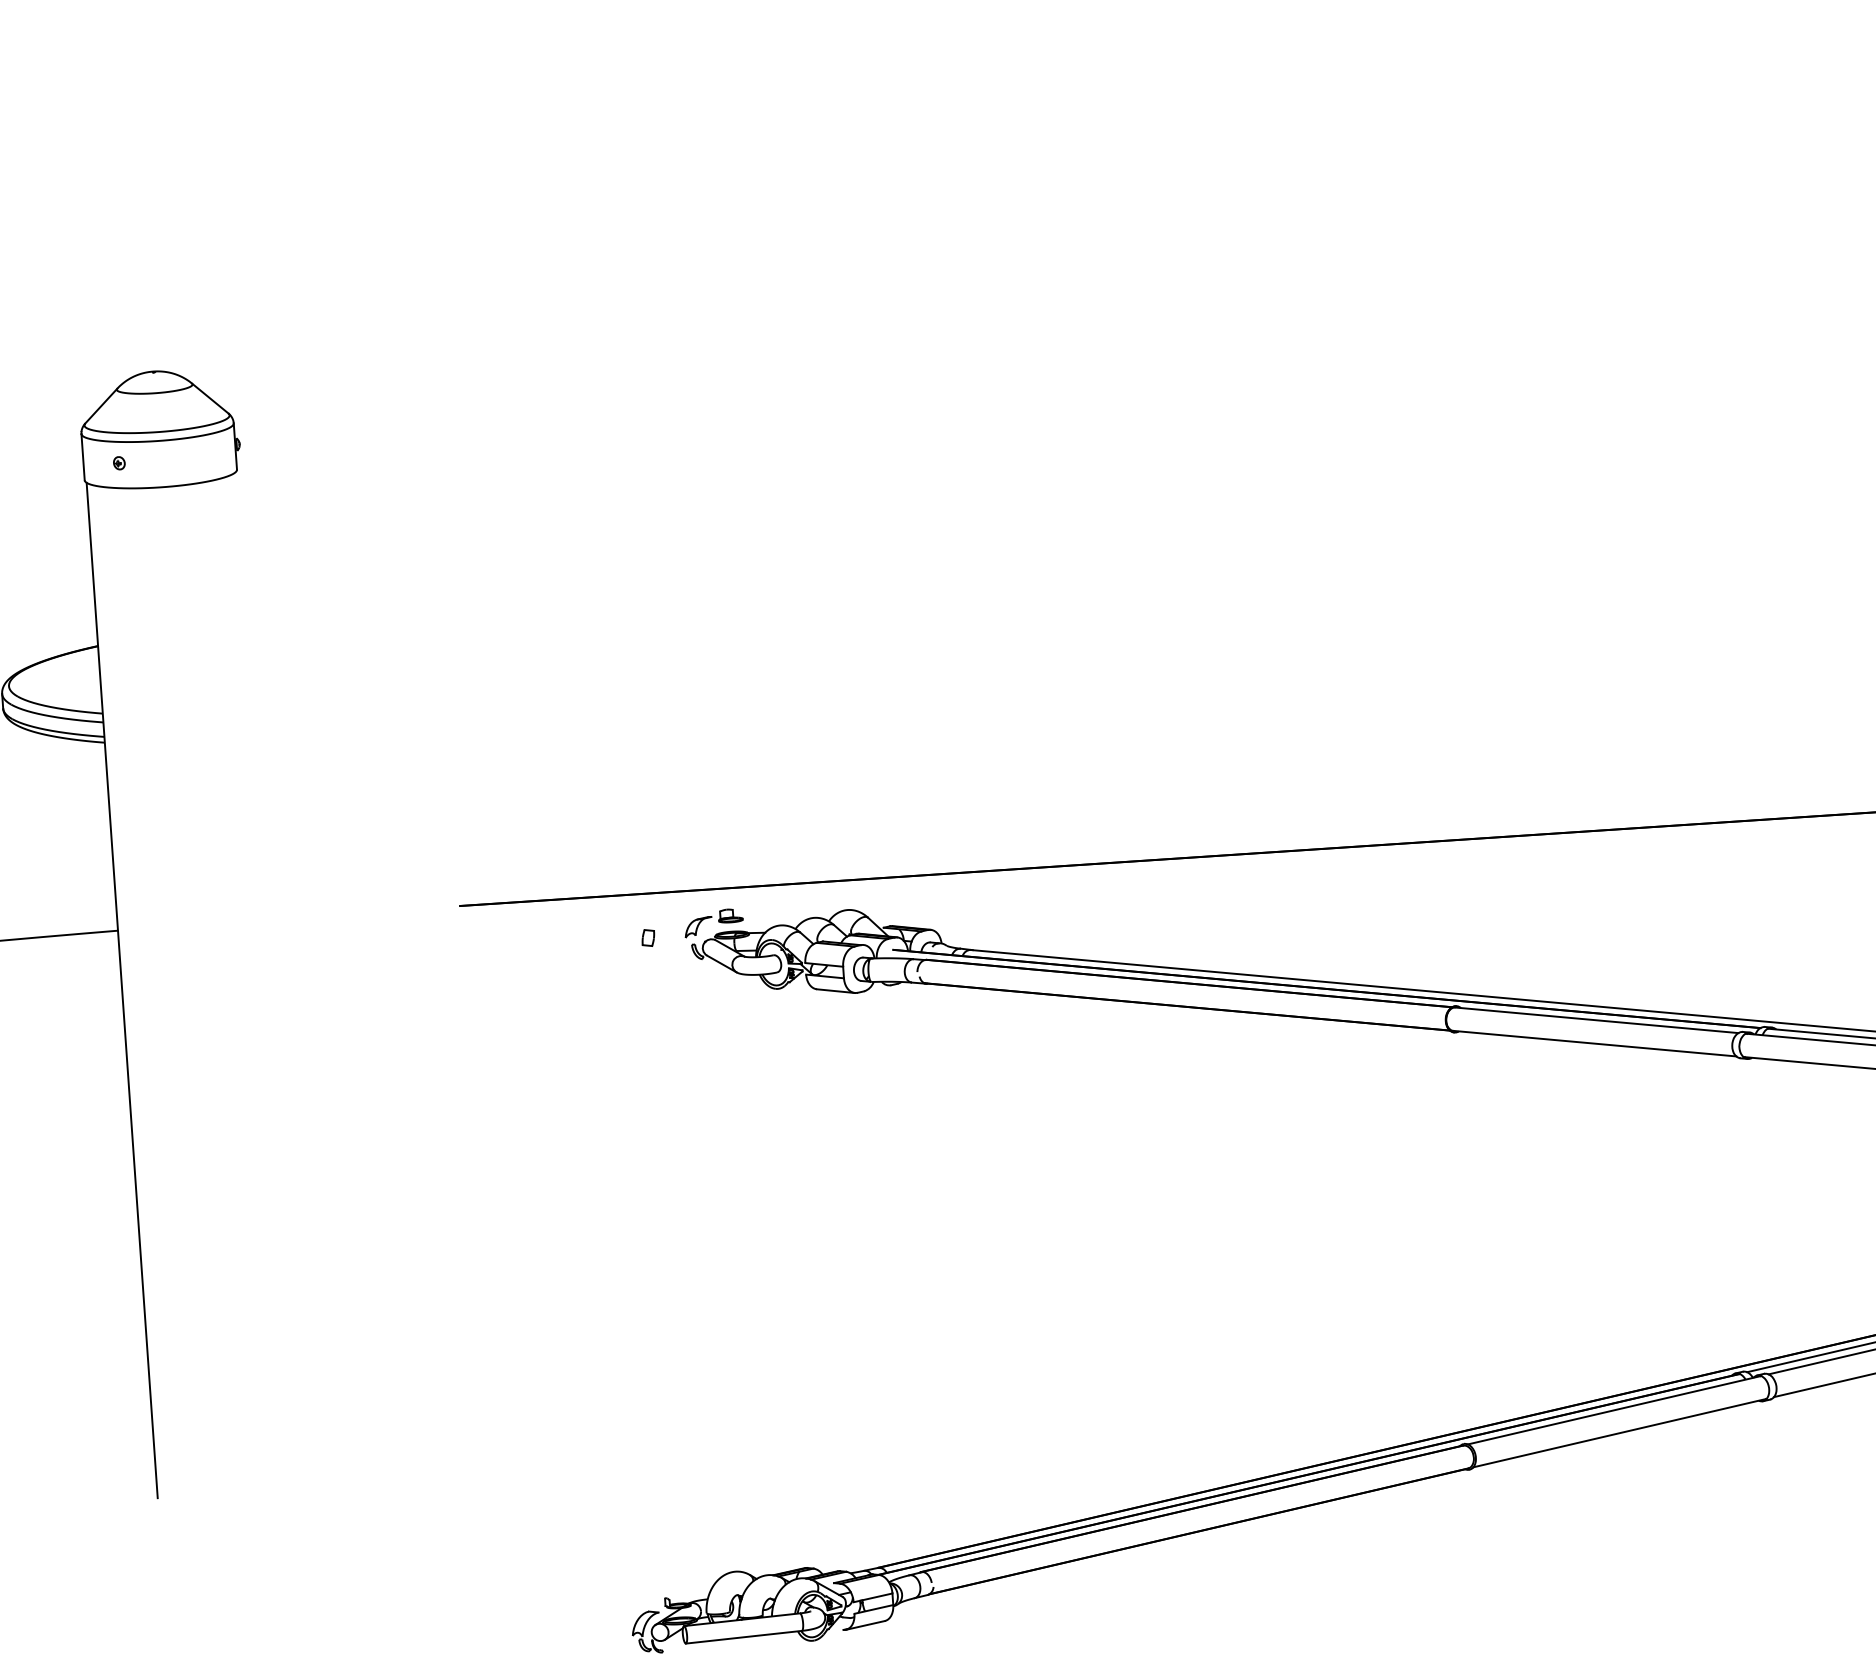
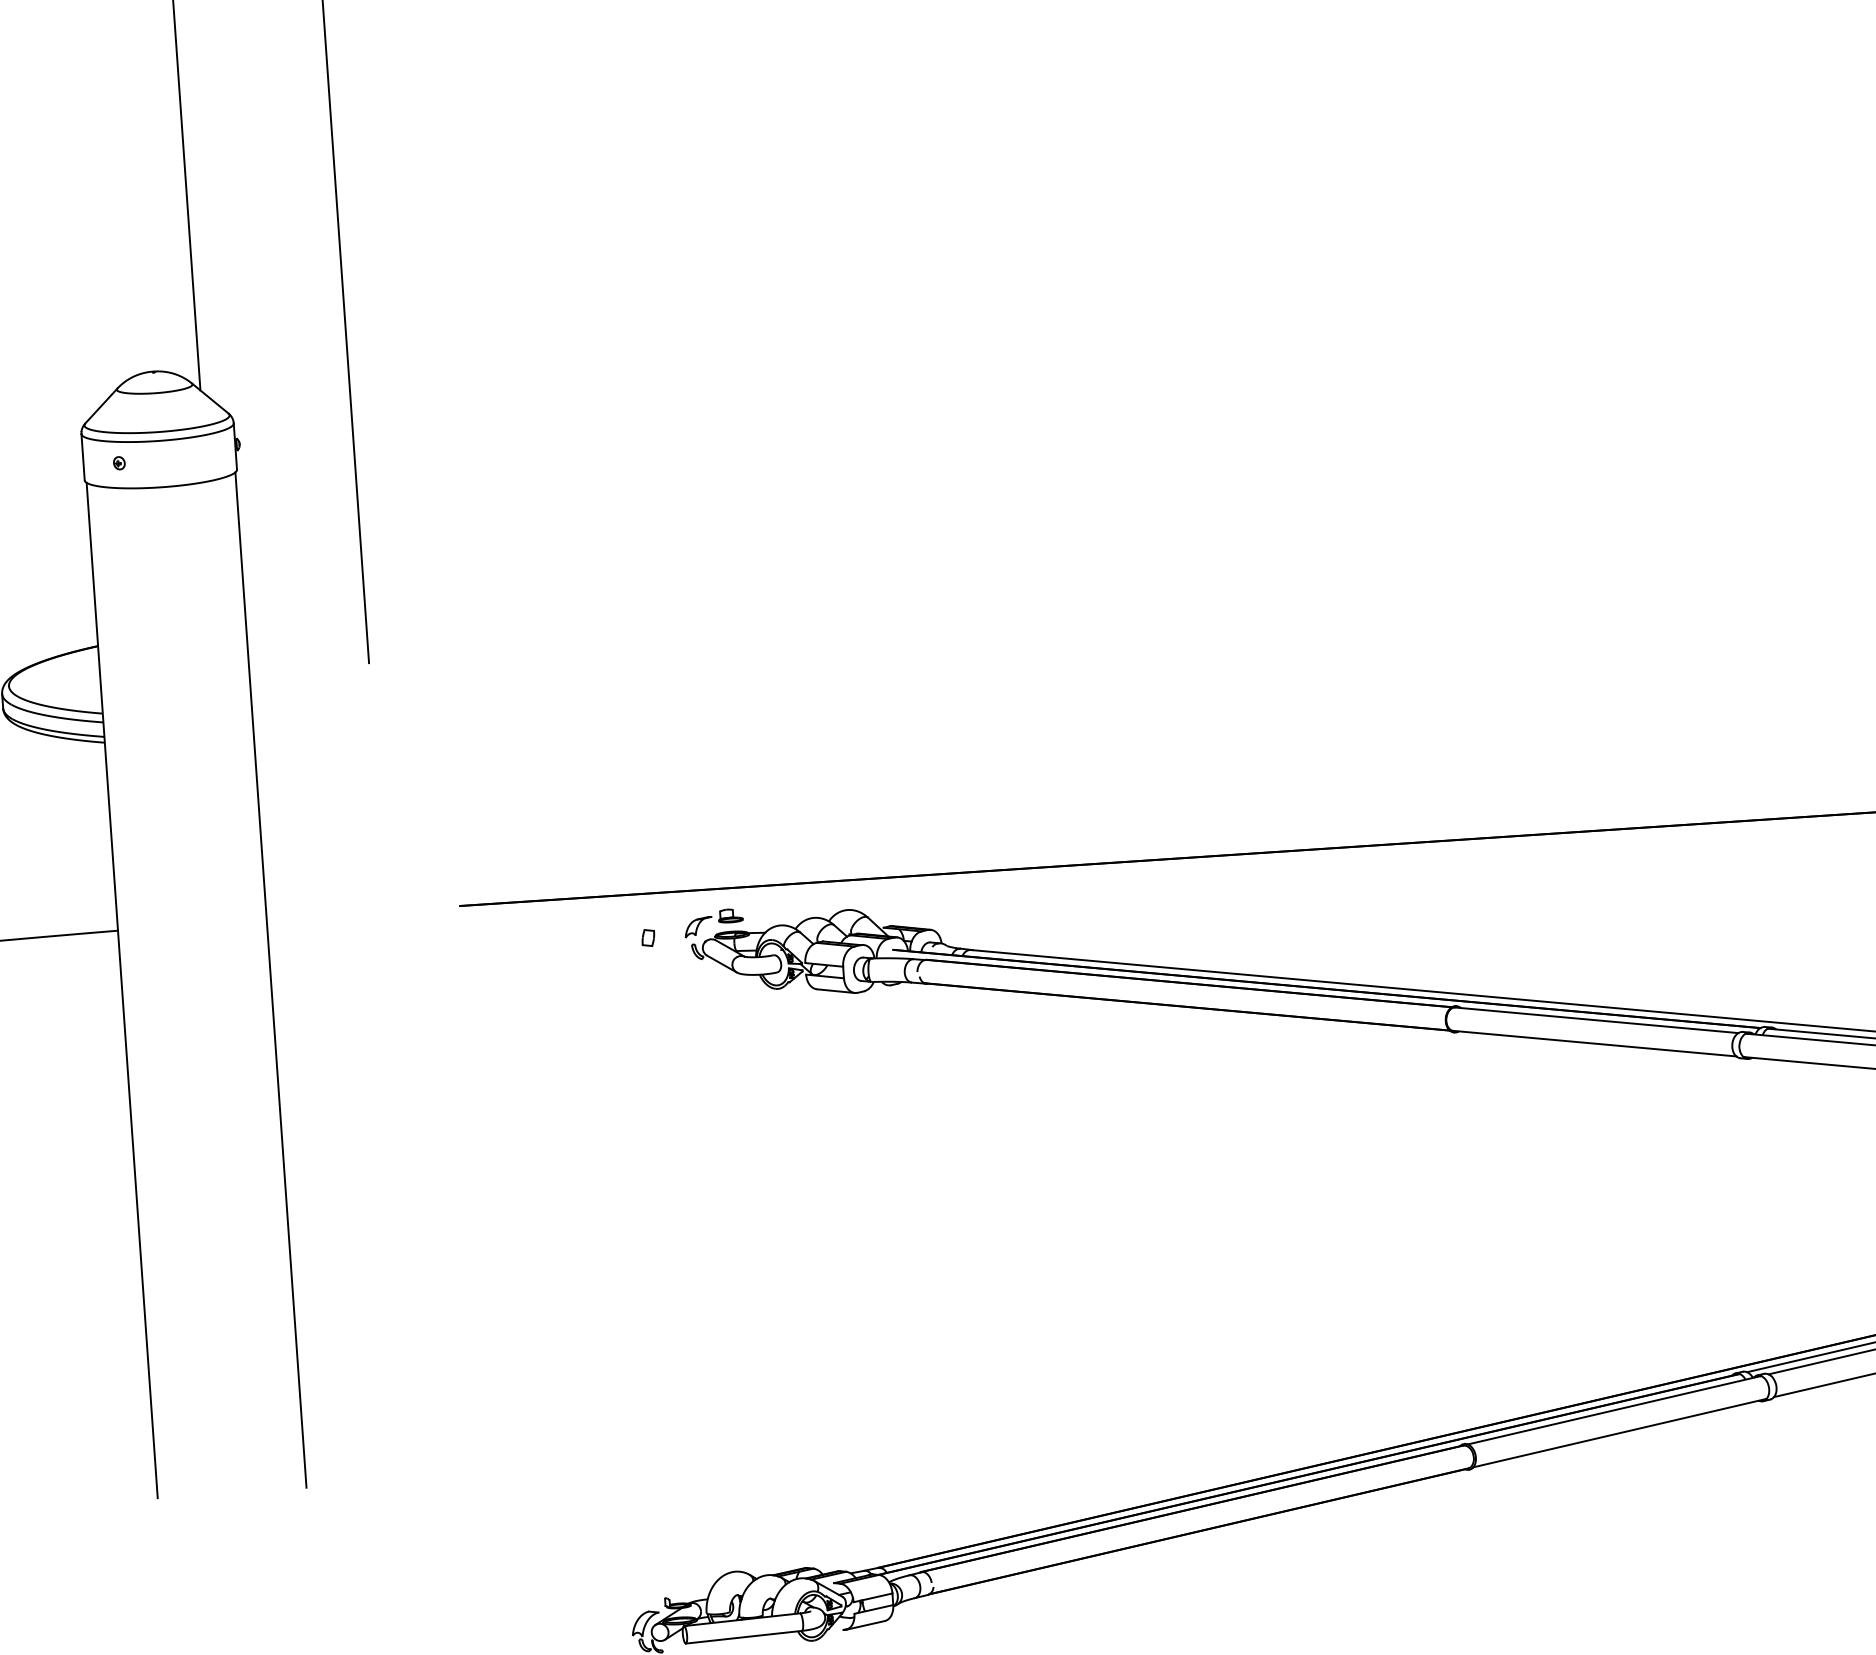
line at (186, 196): none -> present
line at (345, 332): none -> present
line at (270, 979): none -> present
